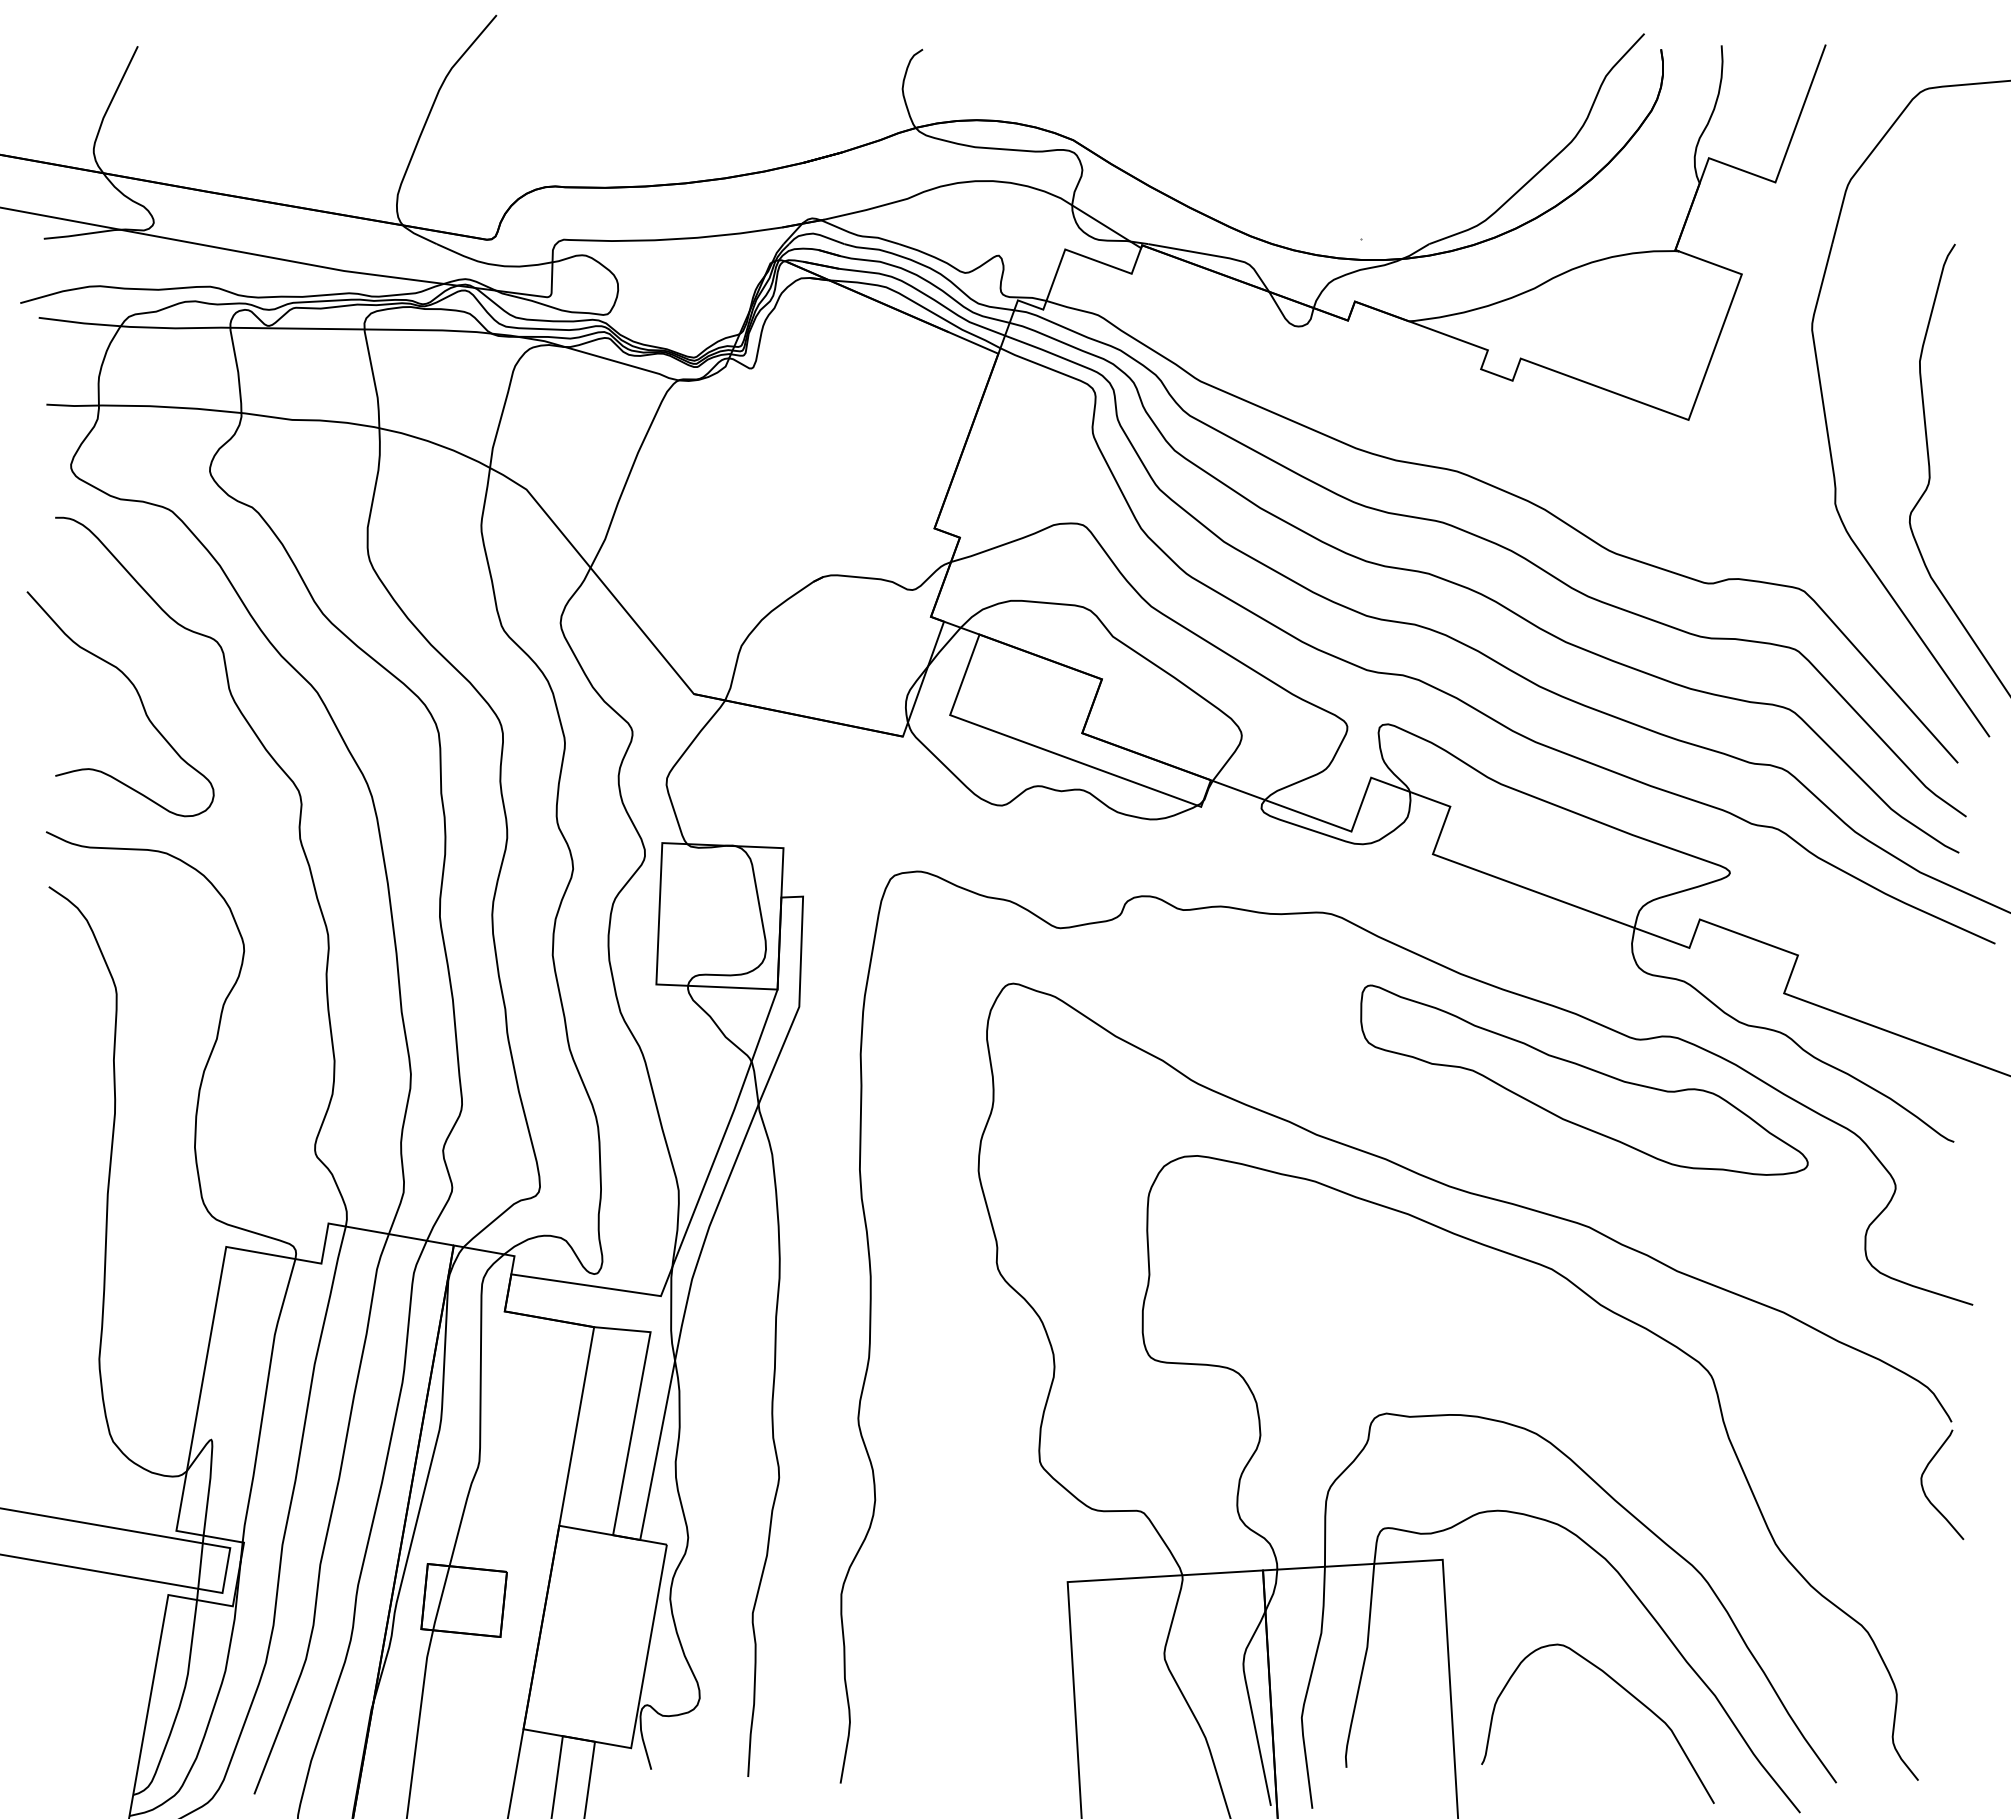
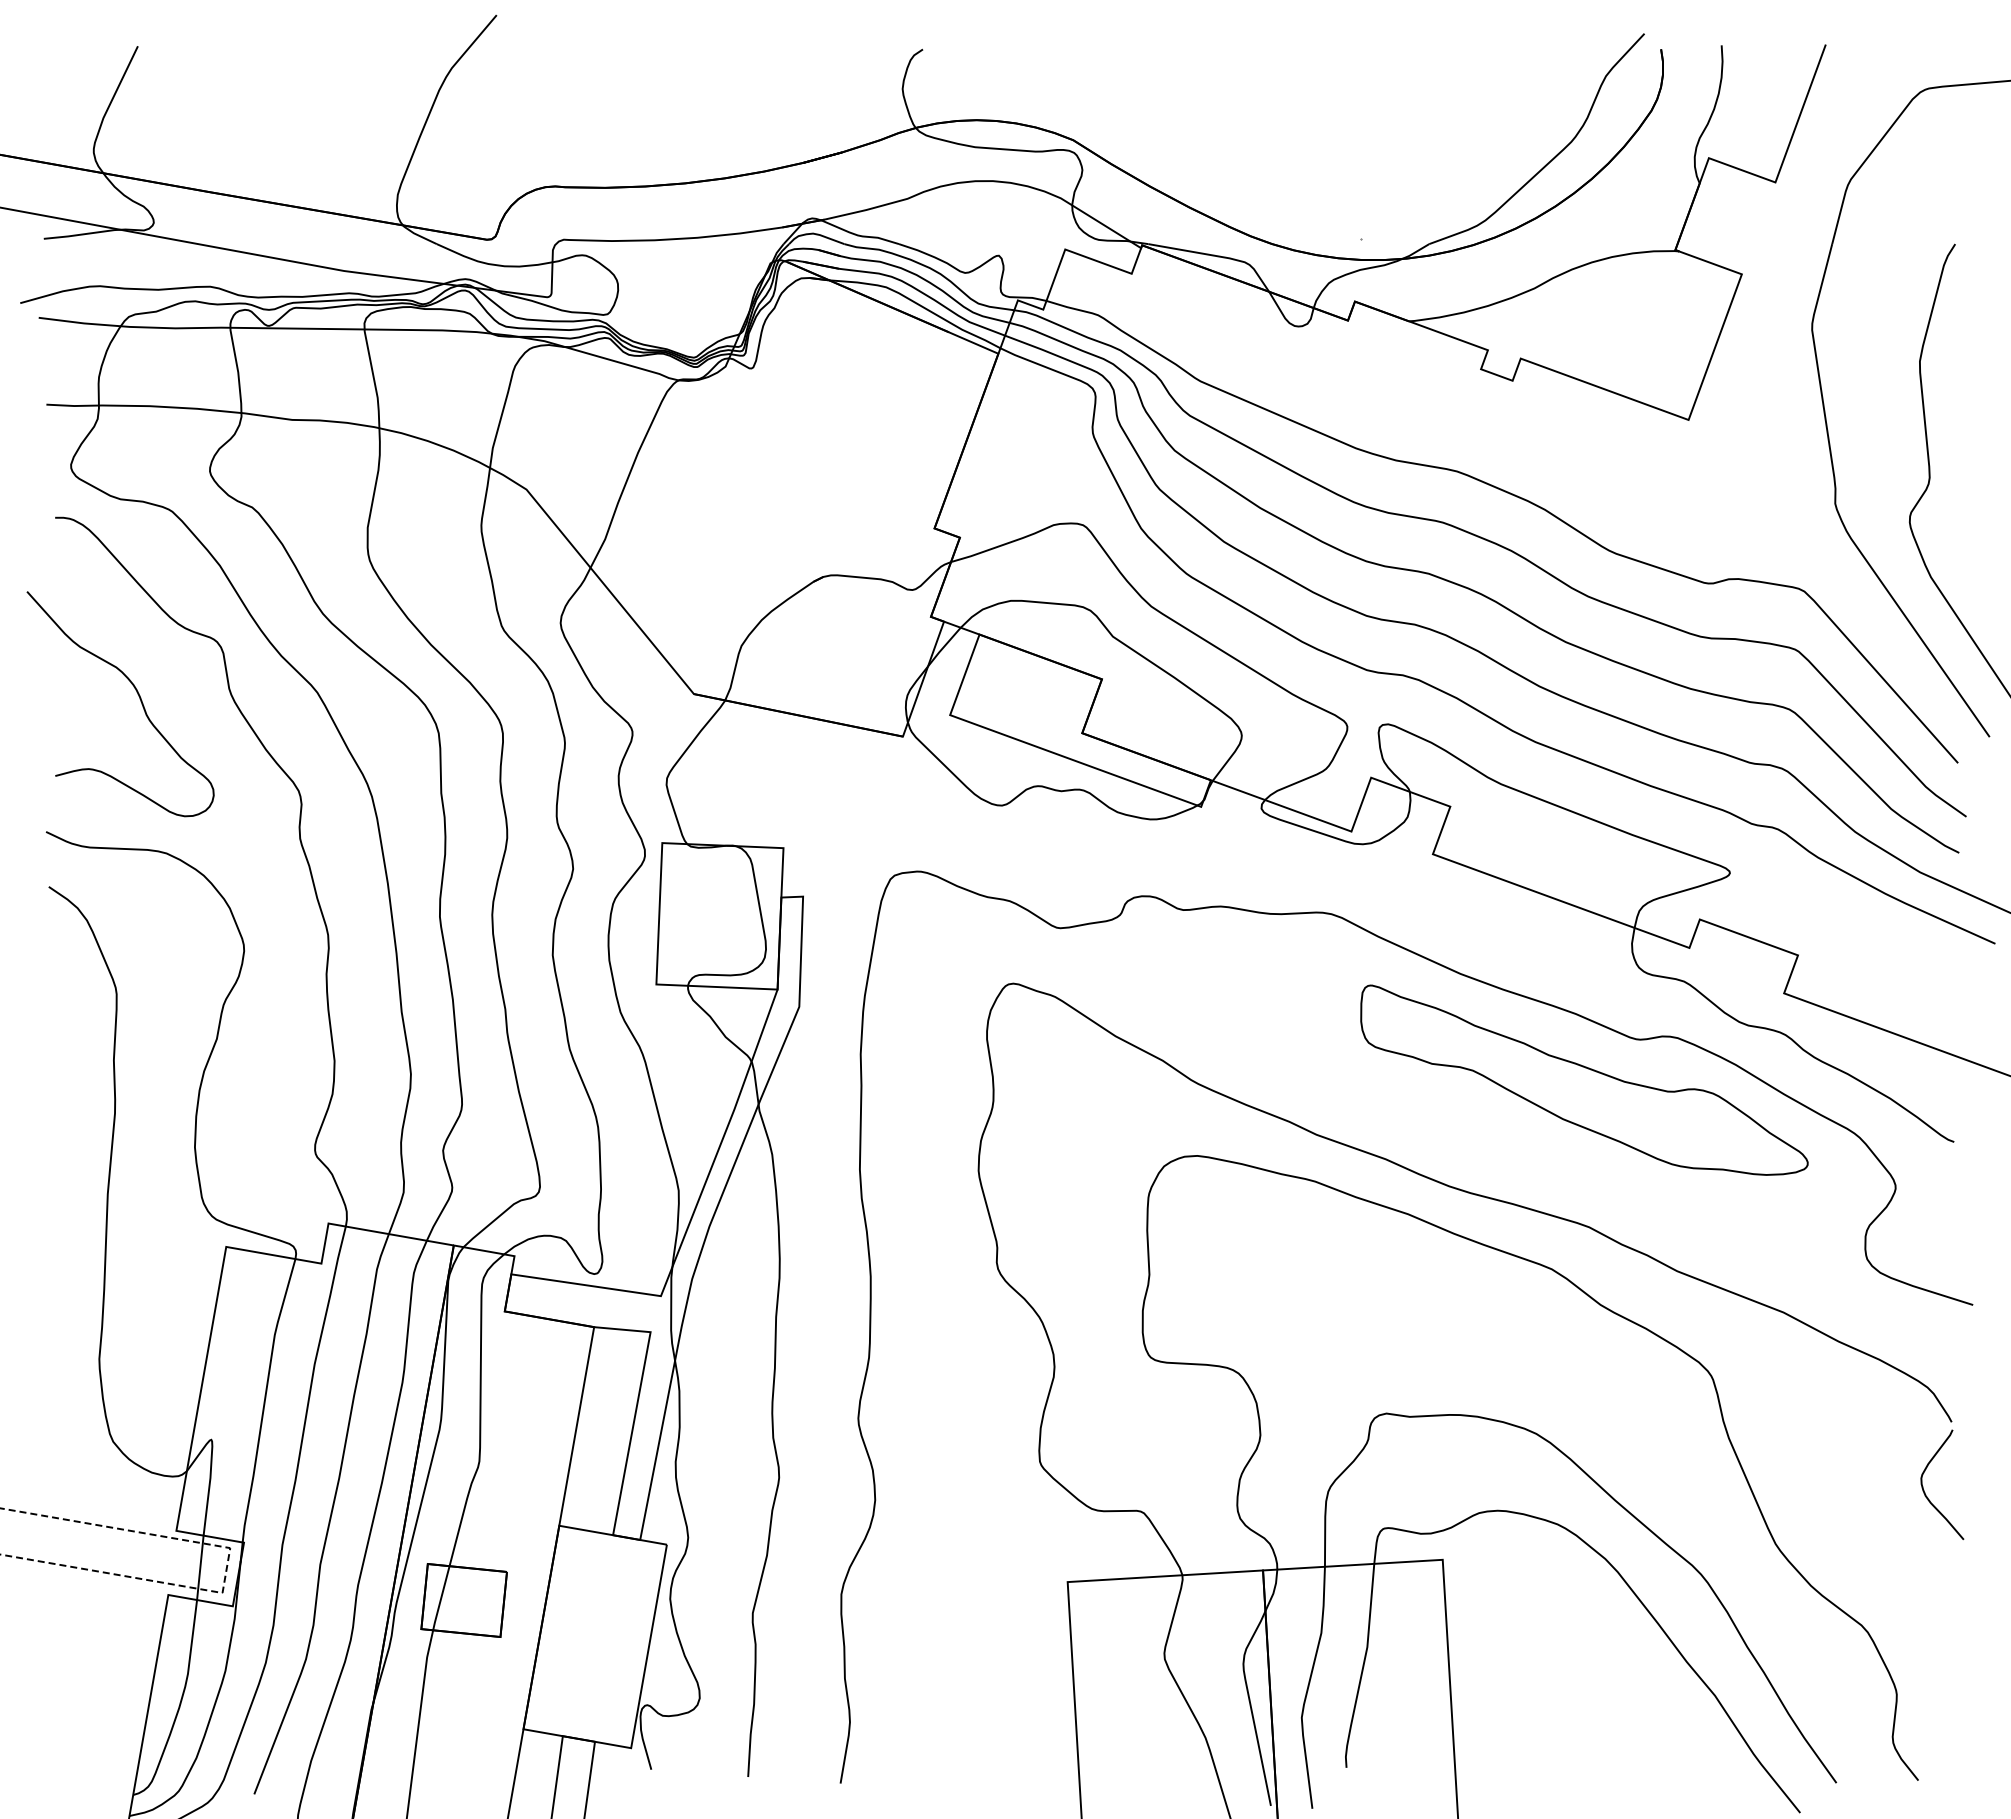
line at (226, 1567): solid -> dashed
curve at (1624, 1690): present -> none
